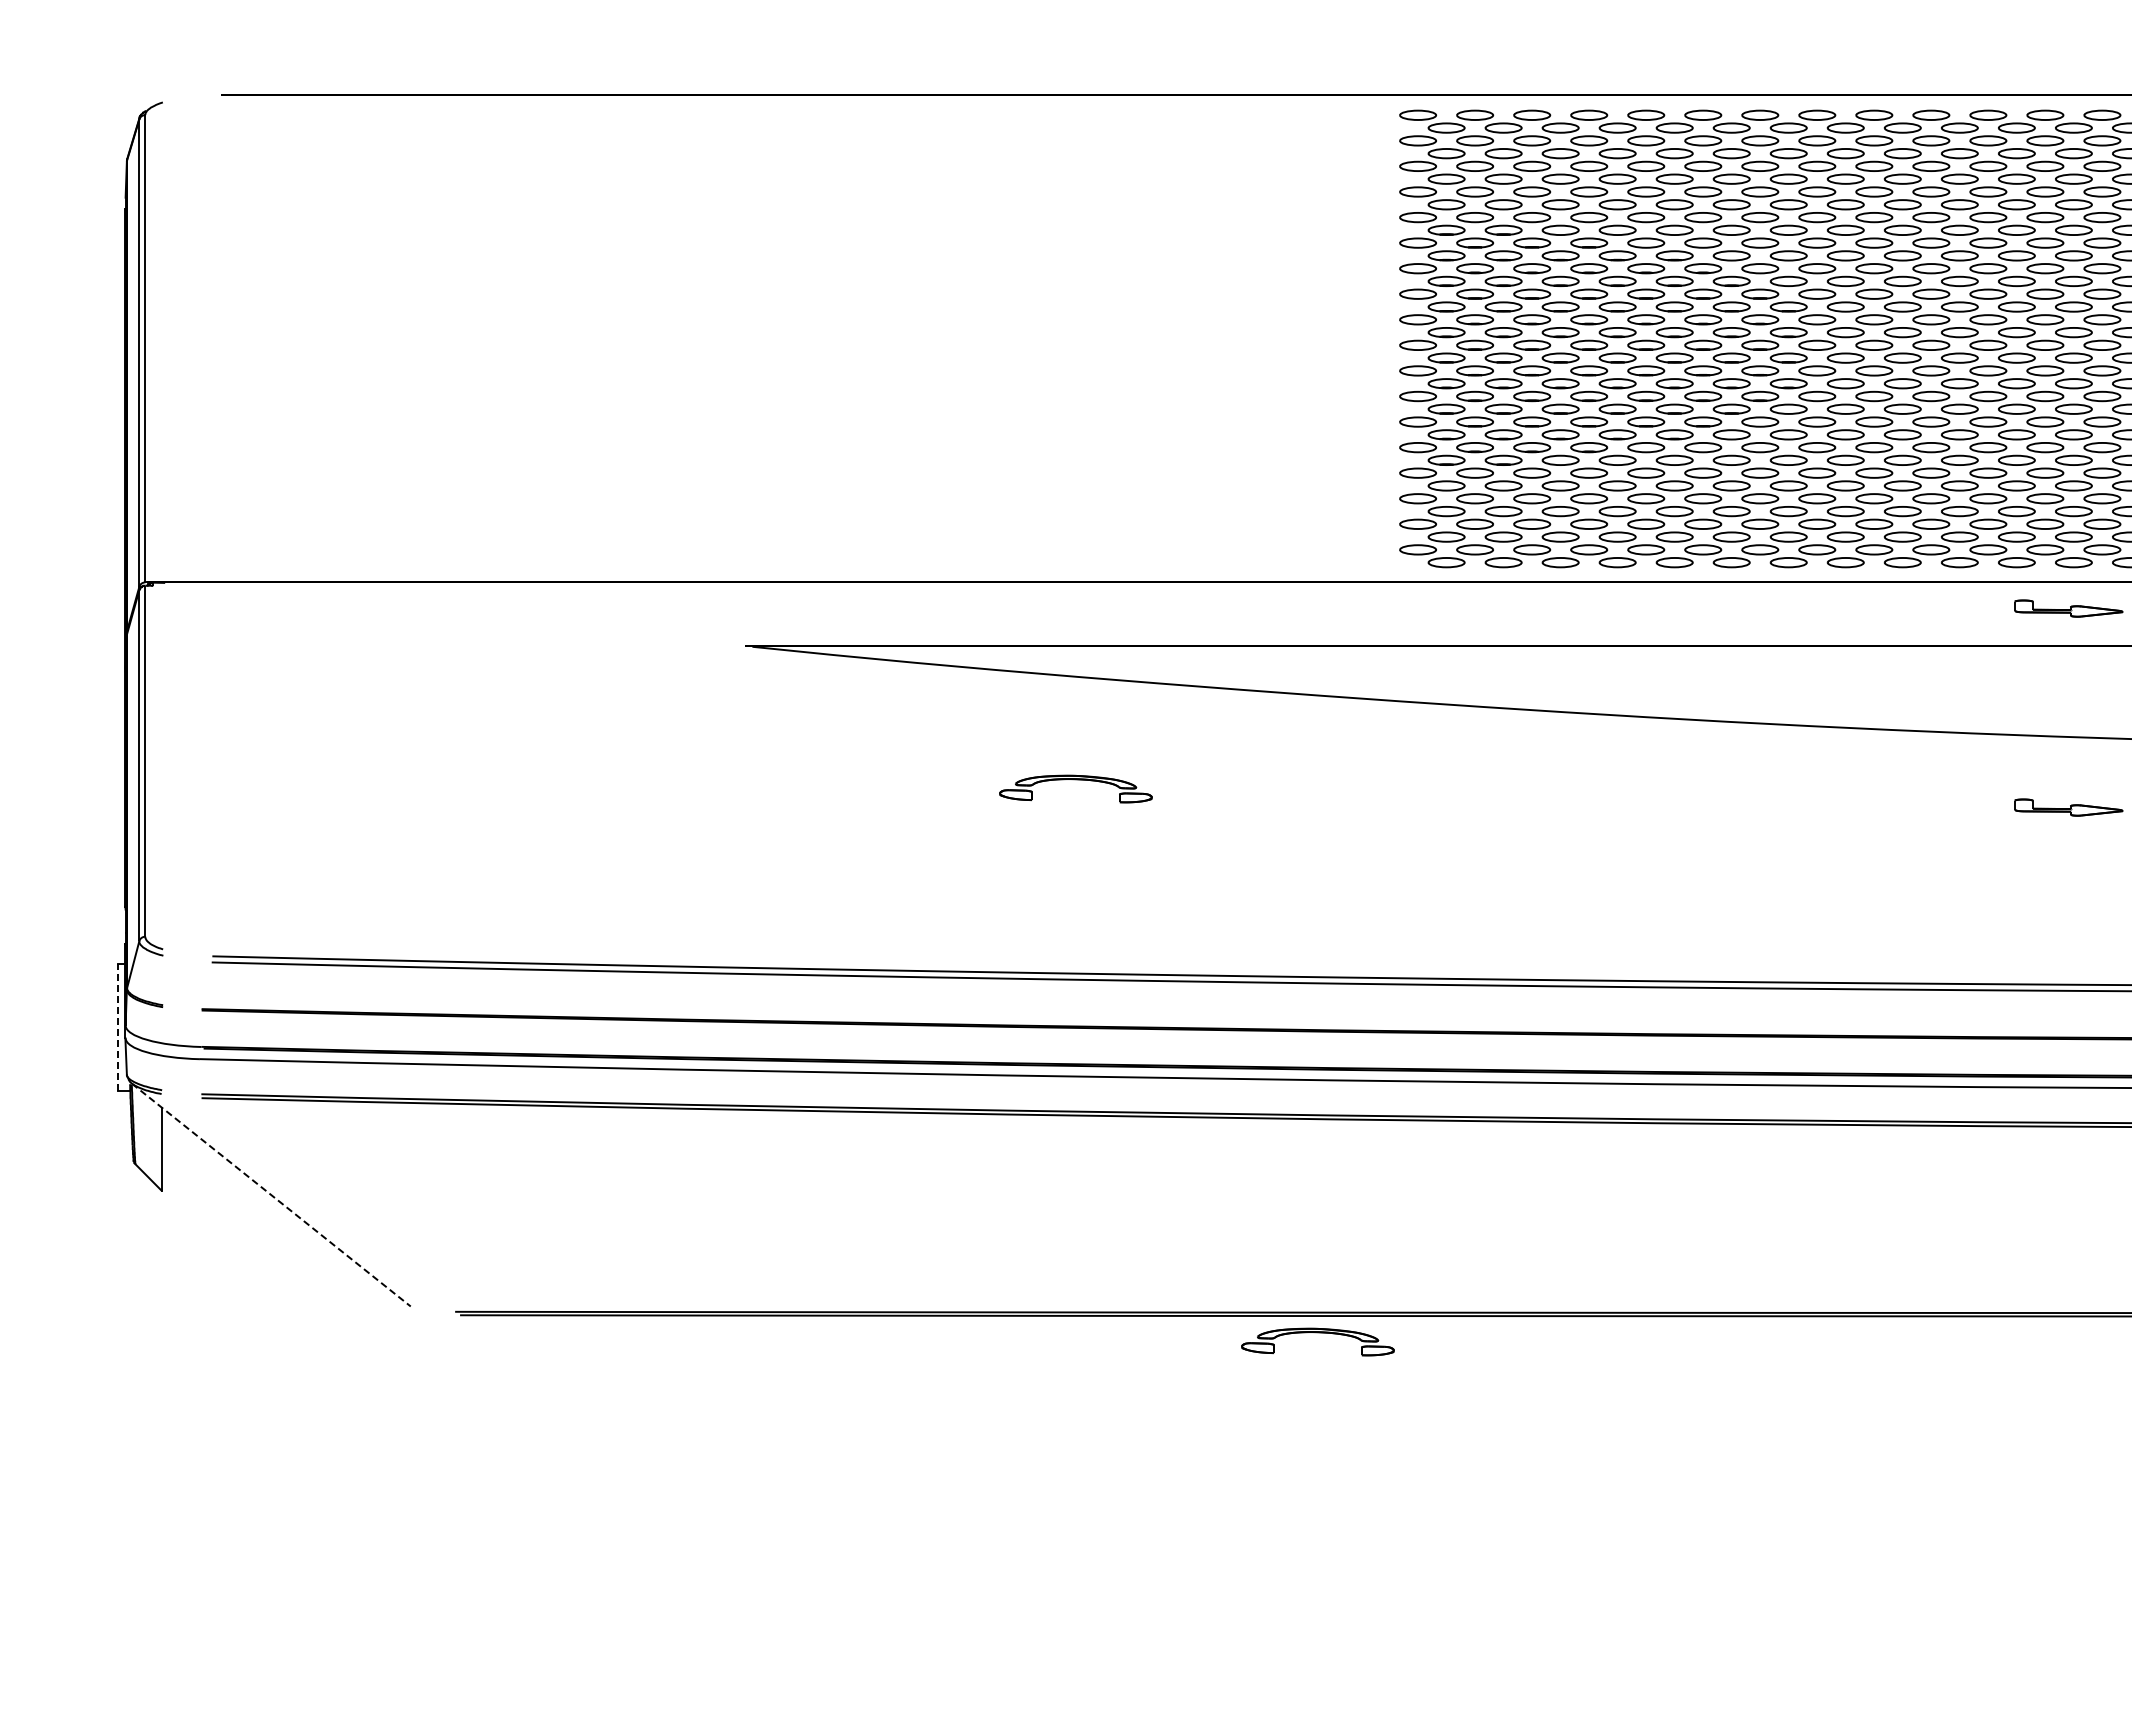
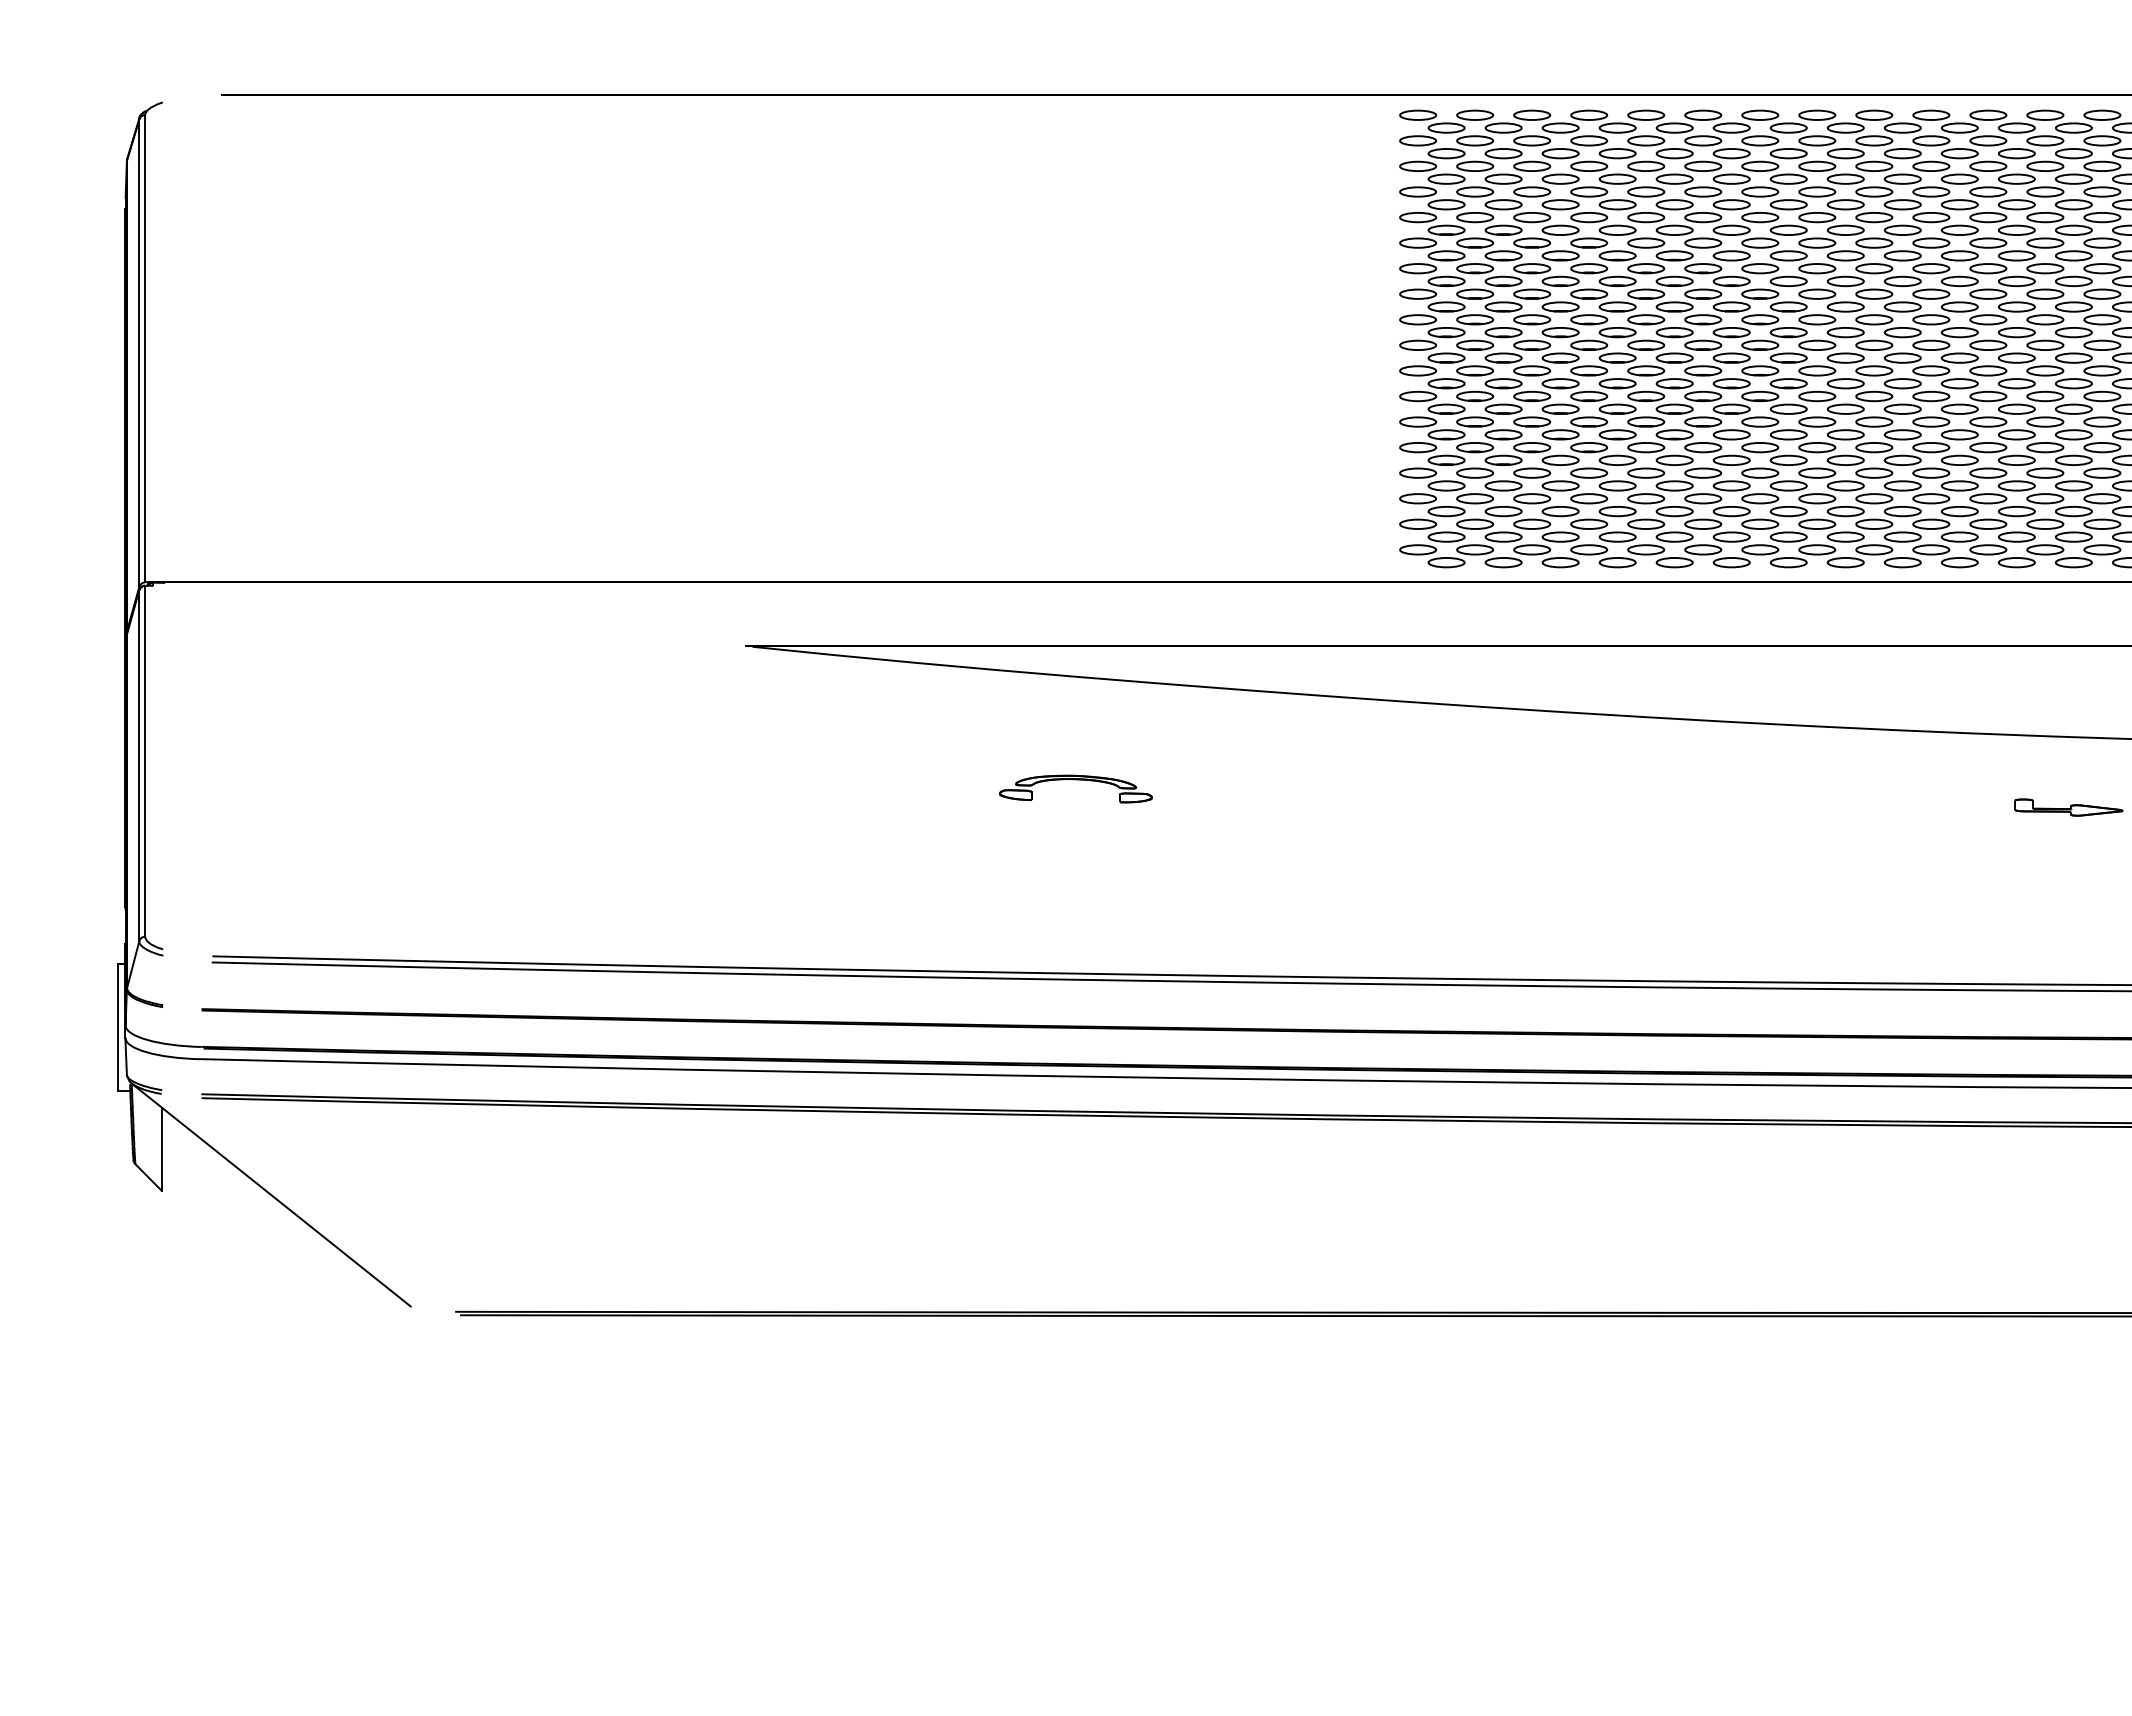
part at (2068, 608): present -> none
line at (118, 1027): dashed -> solid
line at (271, 1195): dashed -> solid
part at (1317, 1333): present -> none
